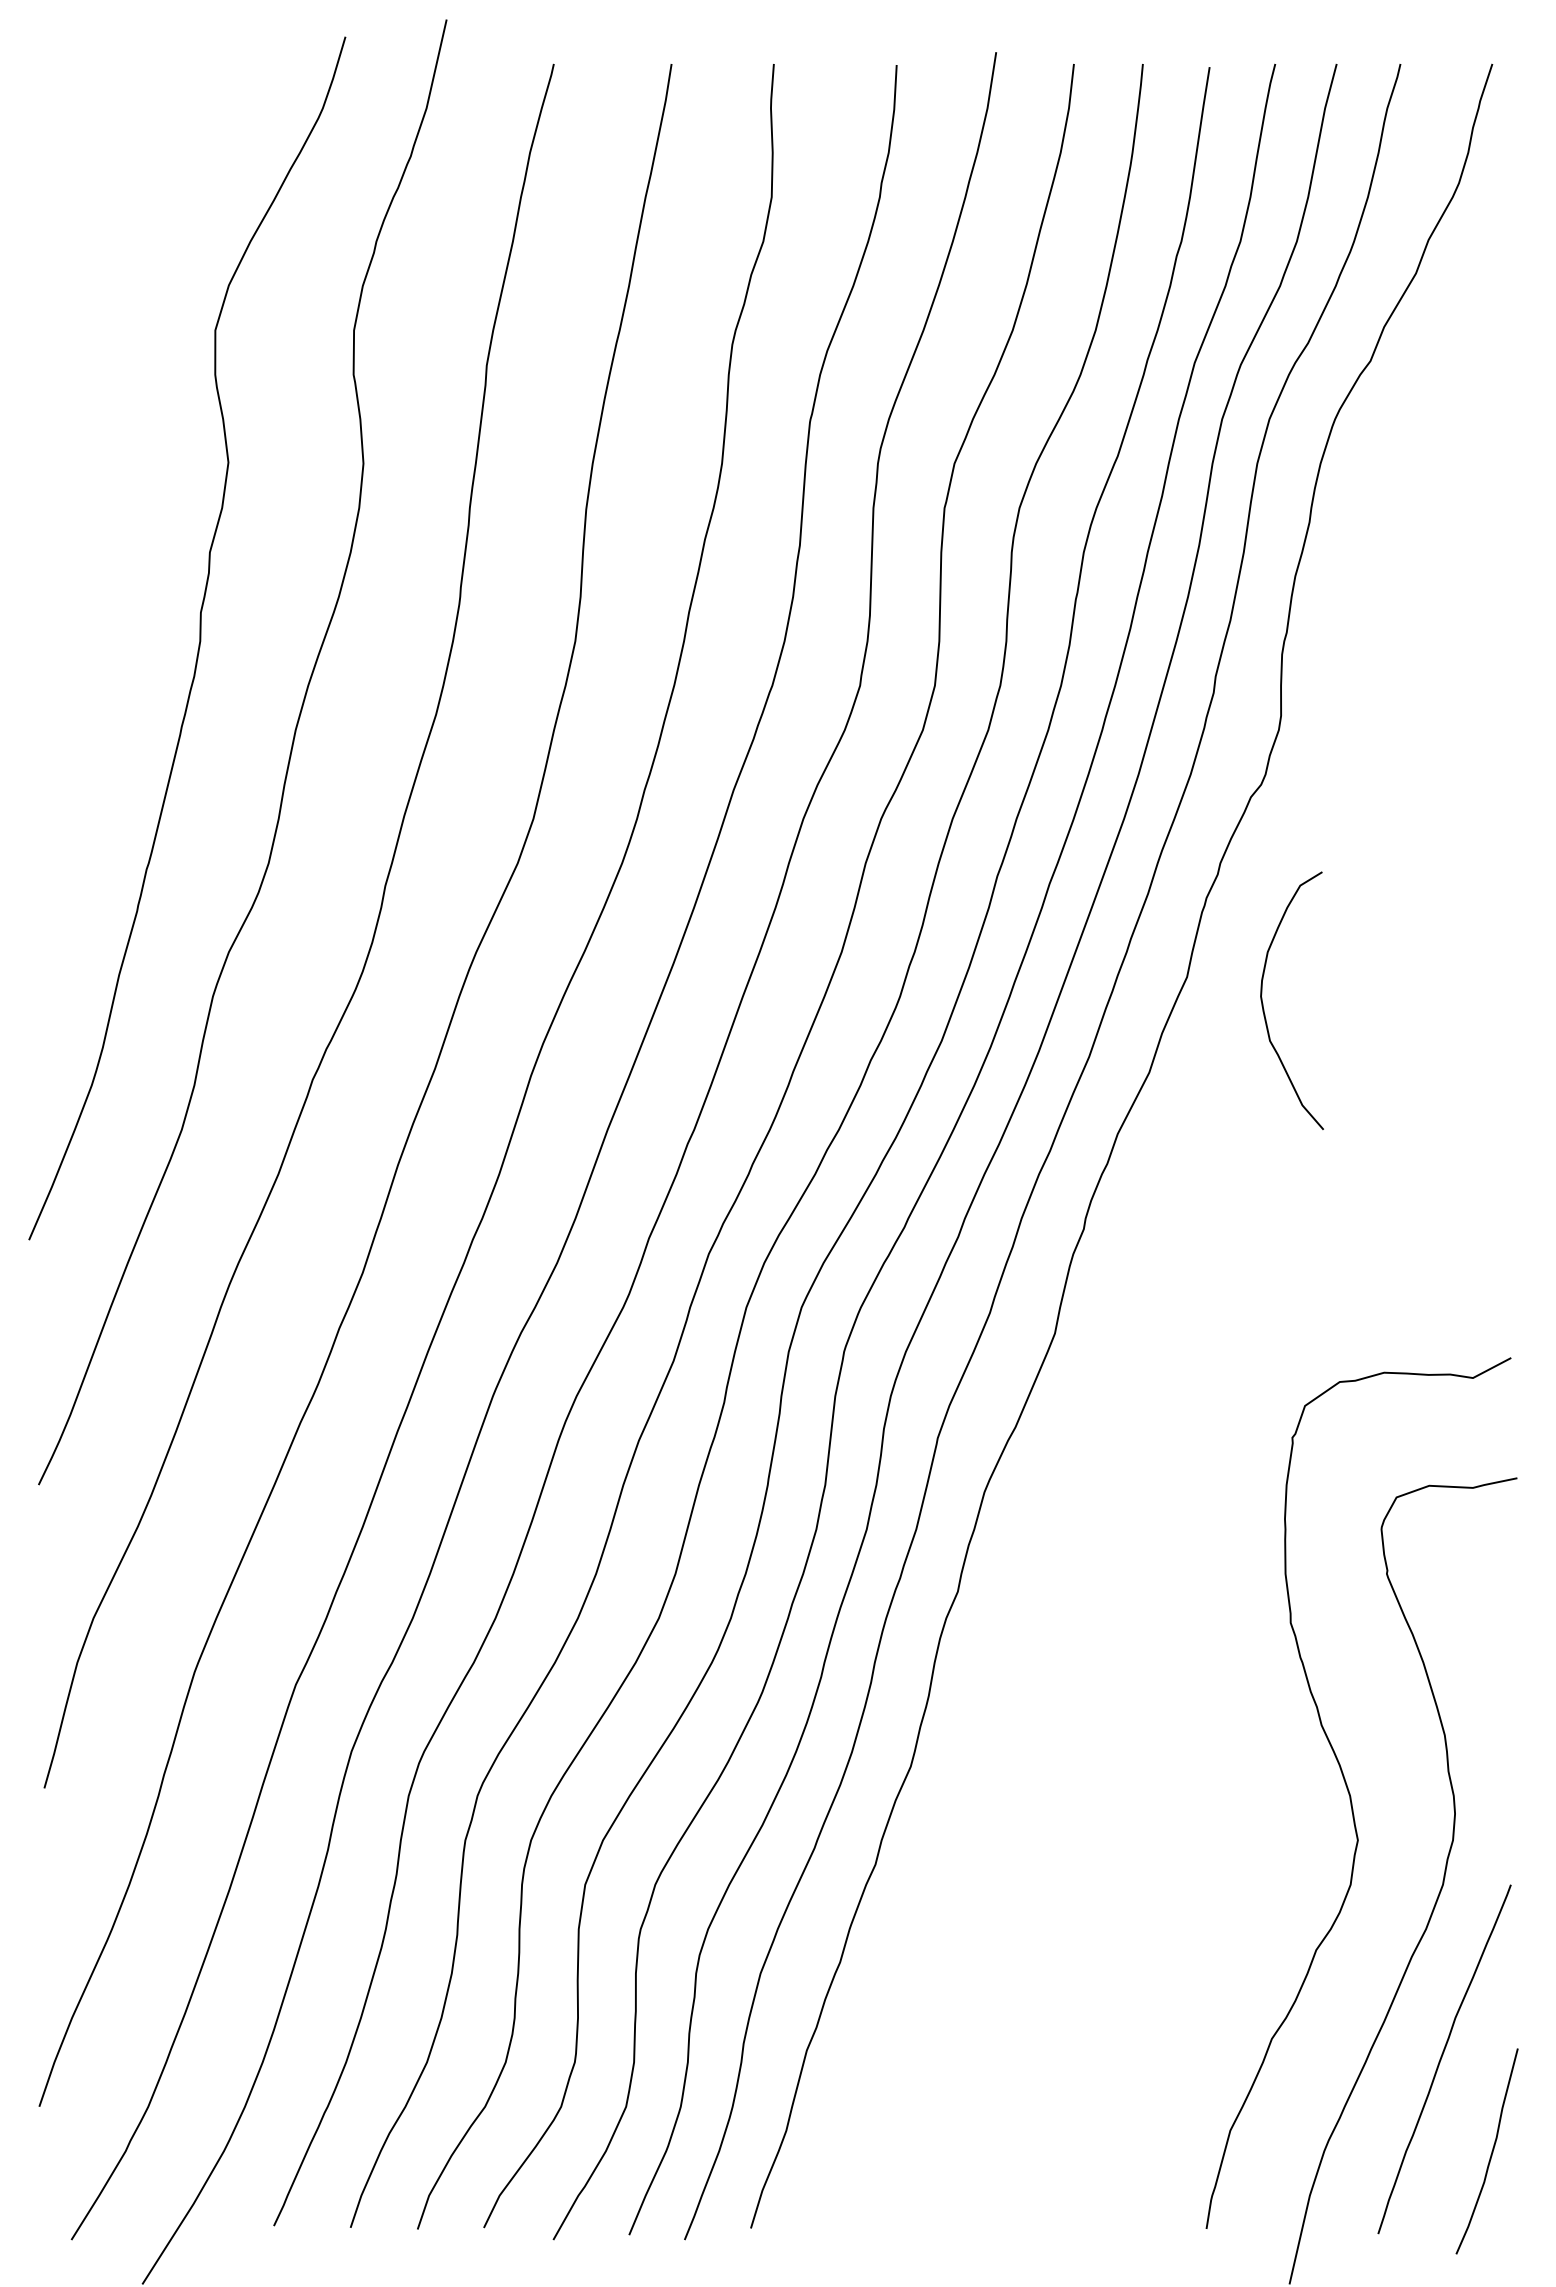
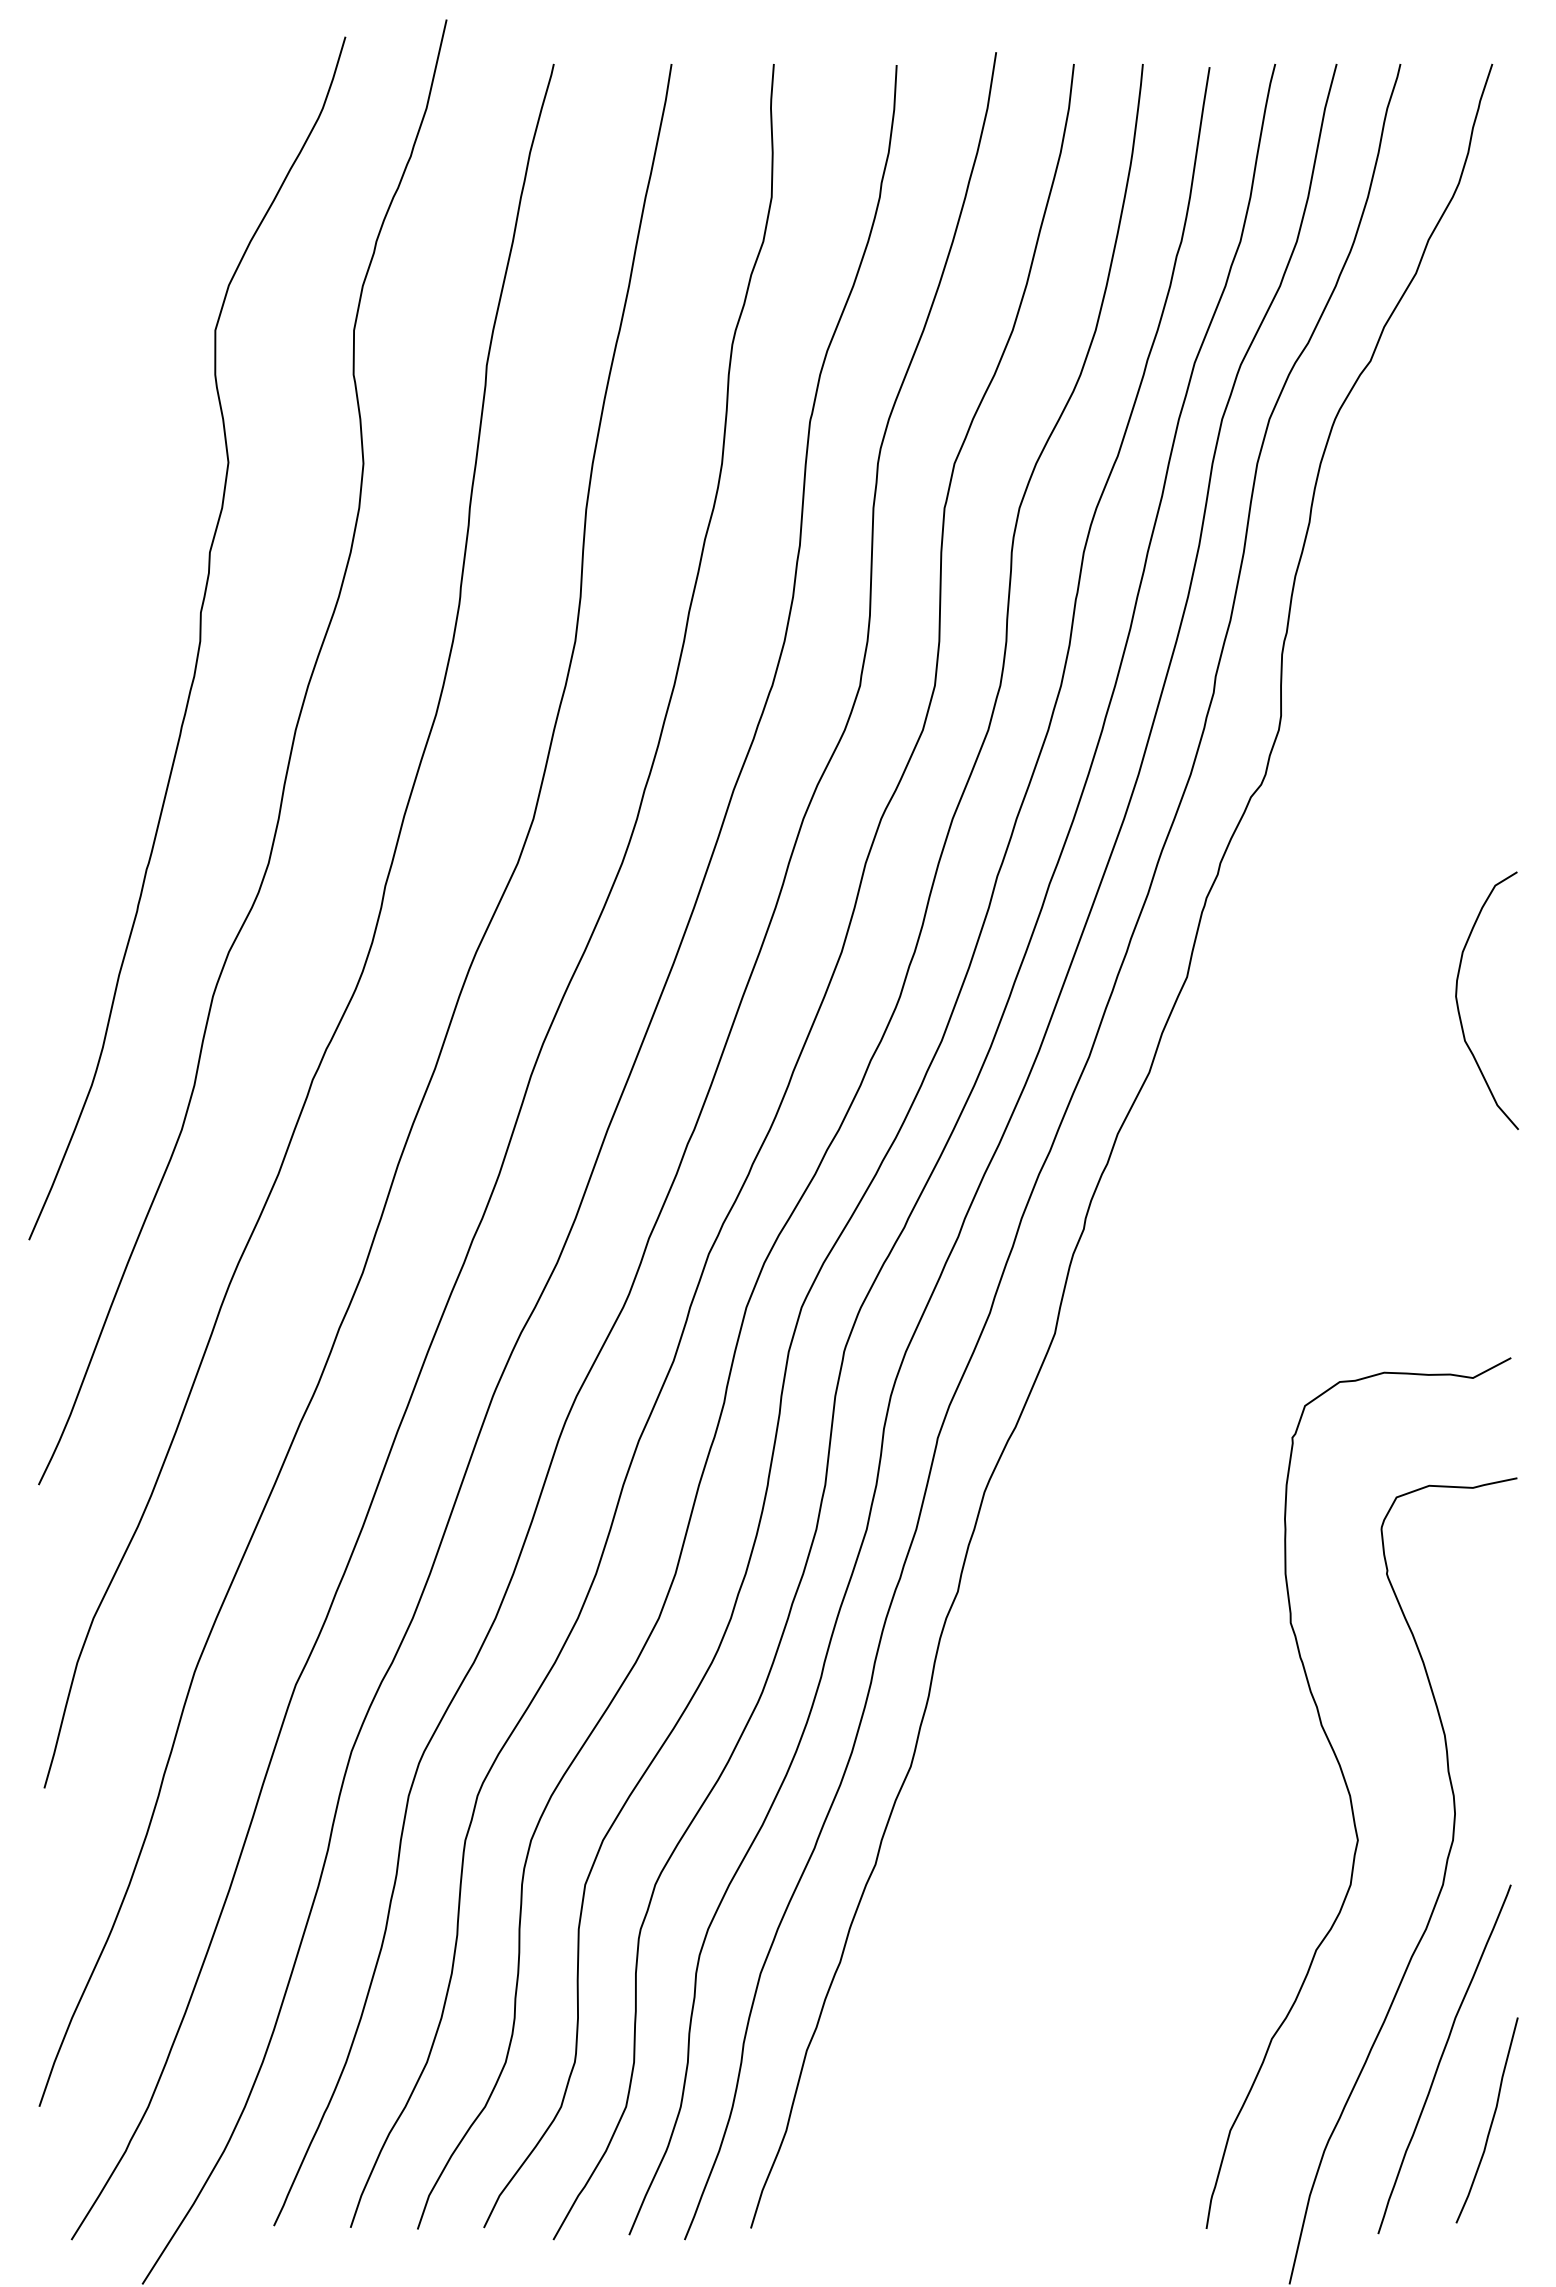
curve at (1263, 1003) position: (1263, 1003) -> (1458, 1003)
curve at (1491, 2151) position: (1491, 2151) -> (1491, 2120)
